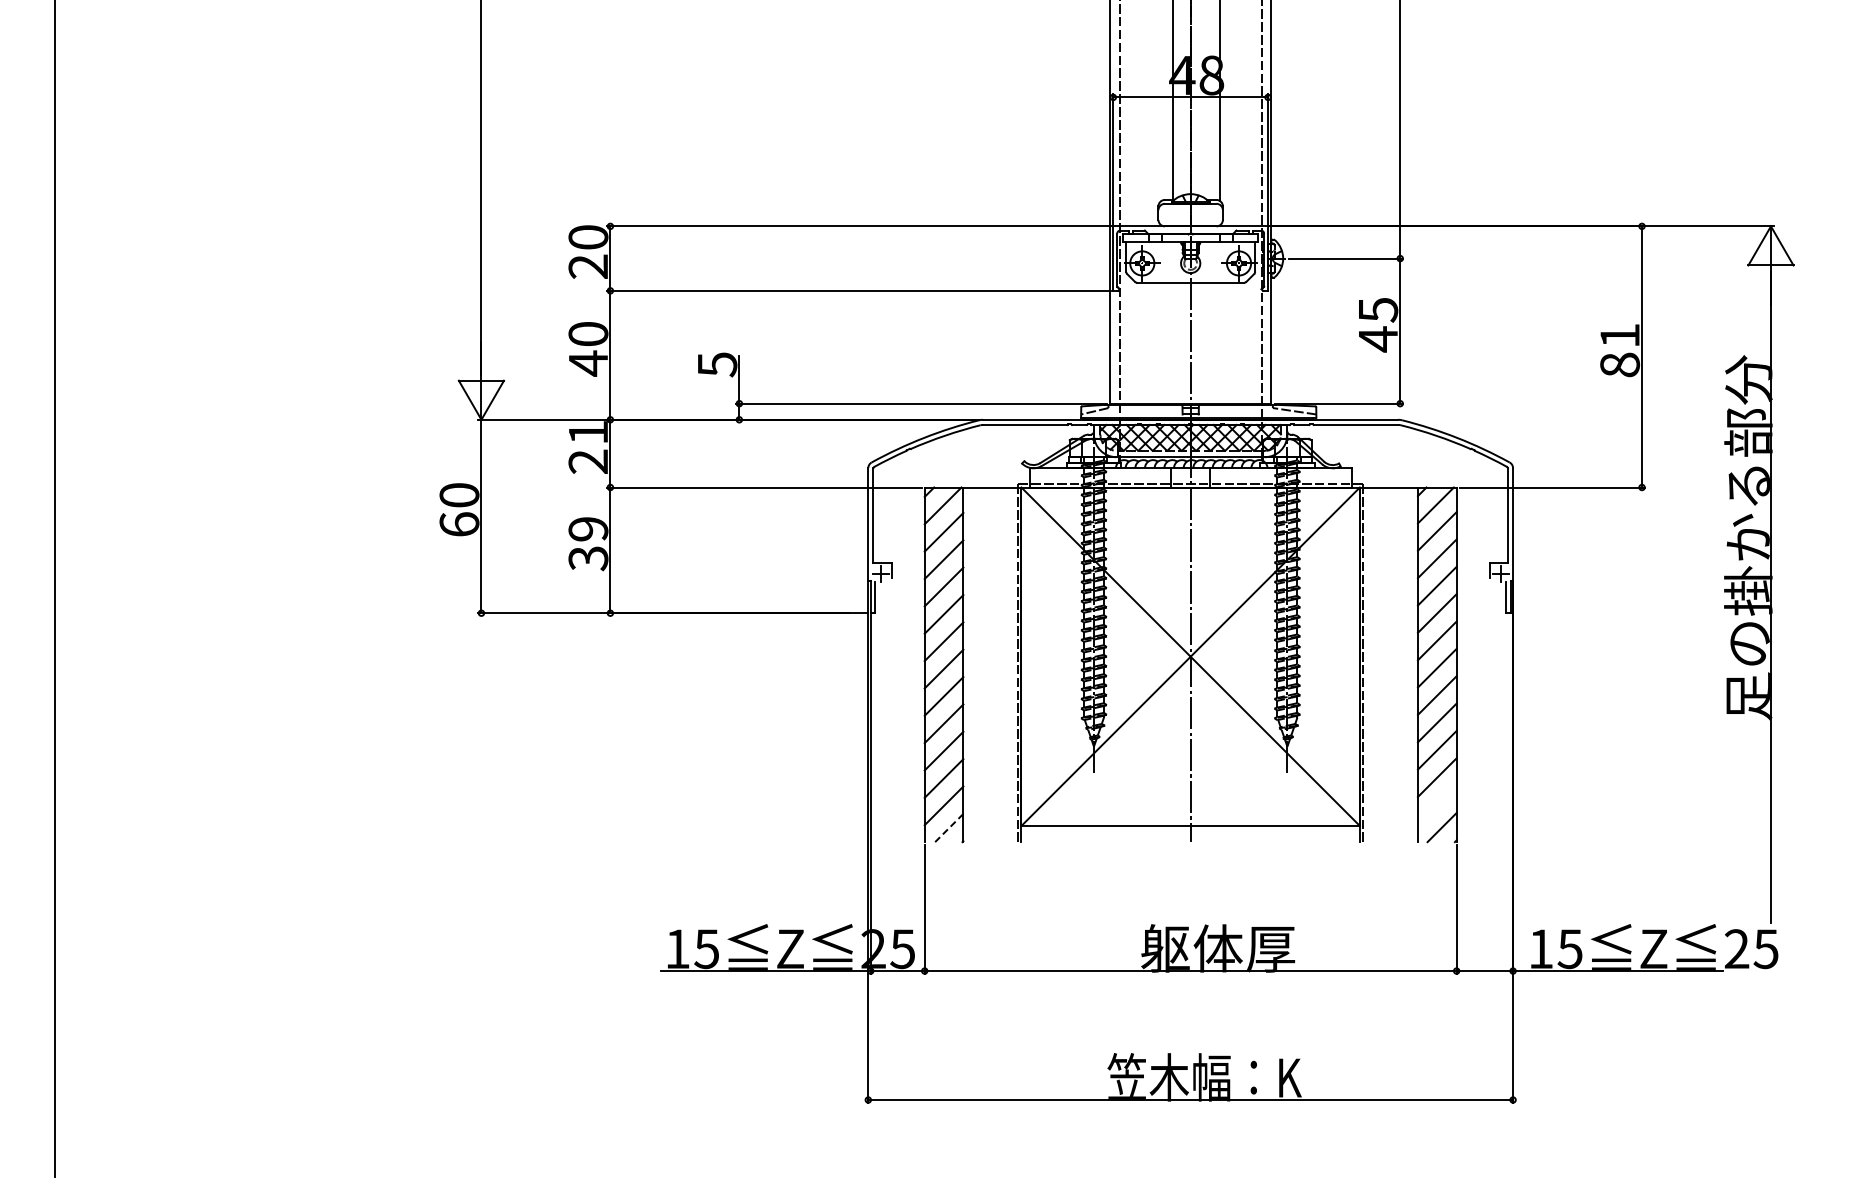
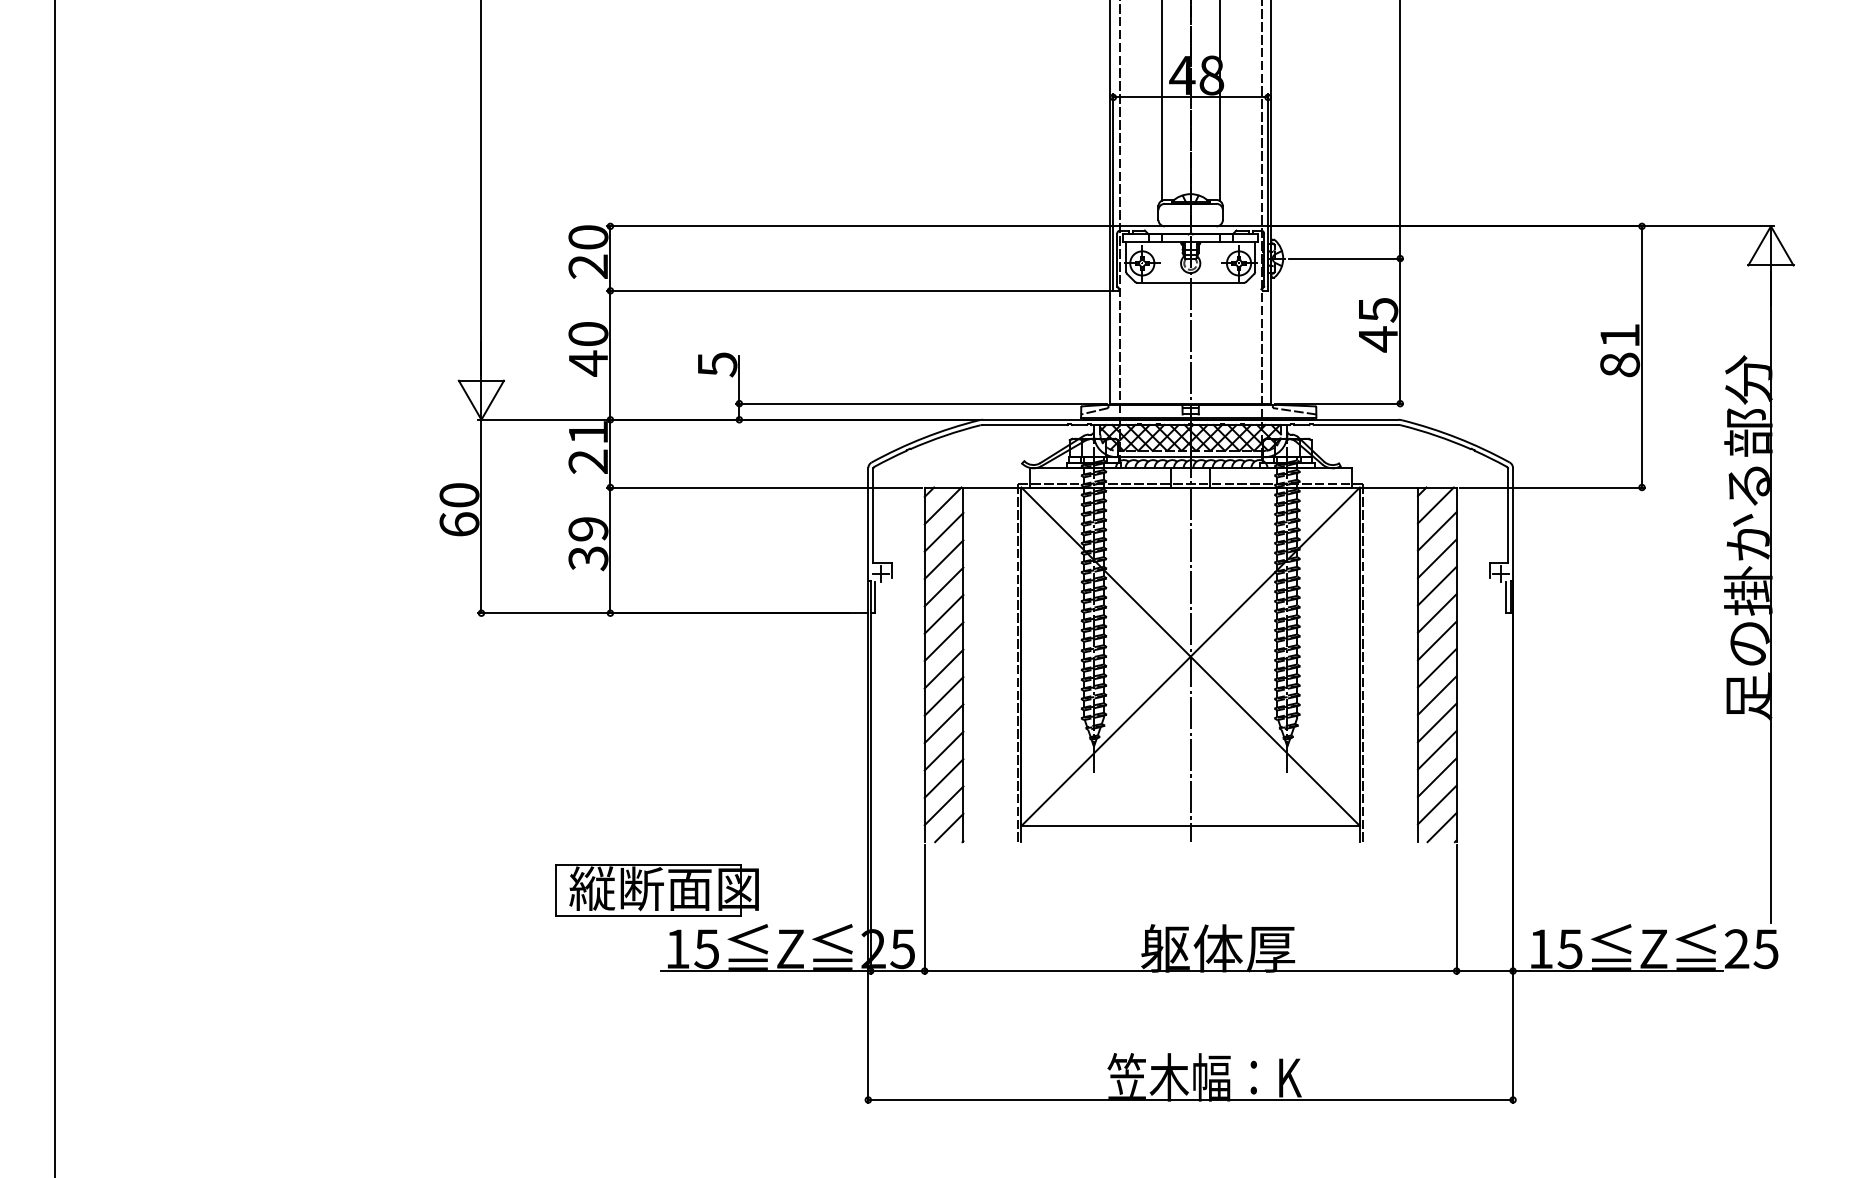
line at (1172, 101) position: (1172, 101) -> (1161, 101)
line at (1436, 804): none -> present
line at (949, 828): dashed -> solid
part at (656, 890): none -> present
